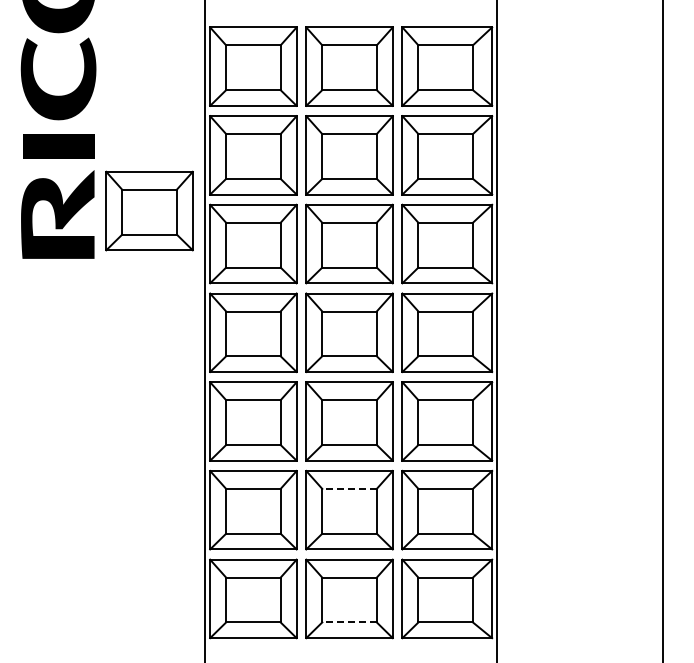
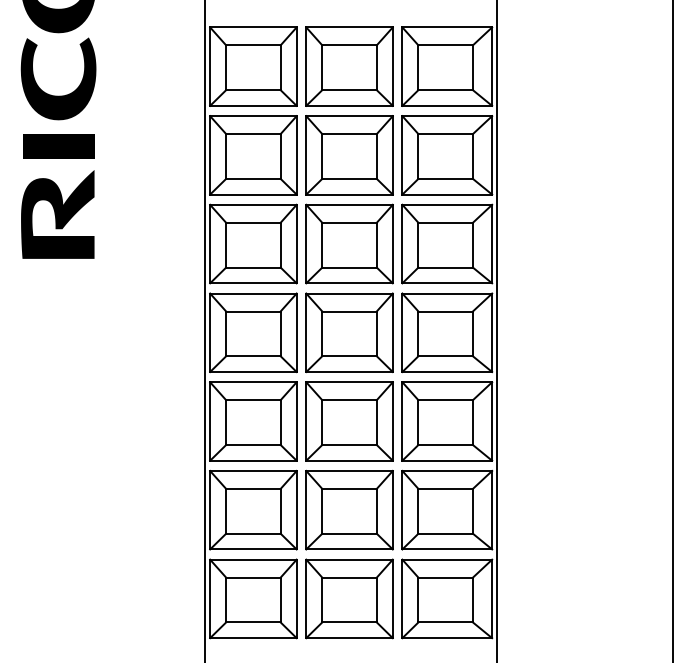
part at (149, 210): present -> none
line at (663, 330) position: (663, 330) -> (673, 330)
line at (349, 488): dashed -> solid
line at (349, 622): dashed -> solid
